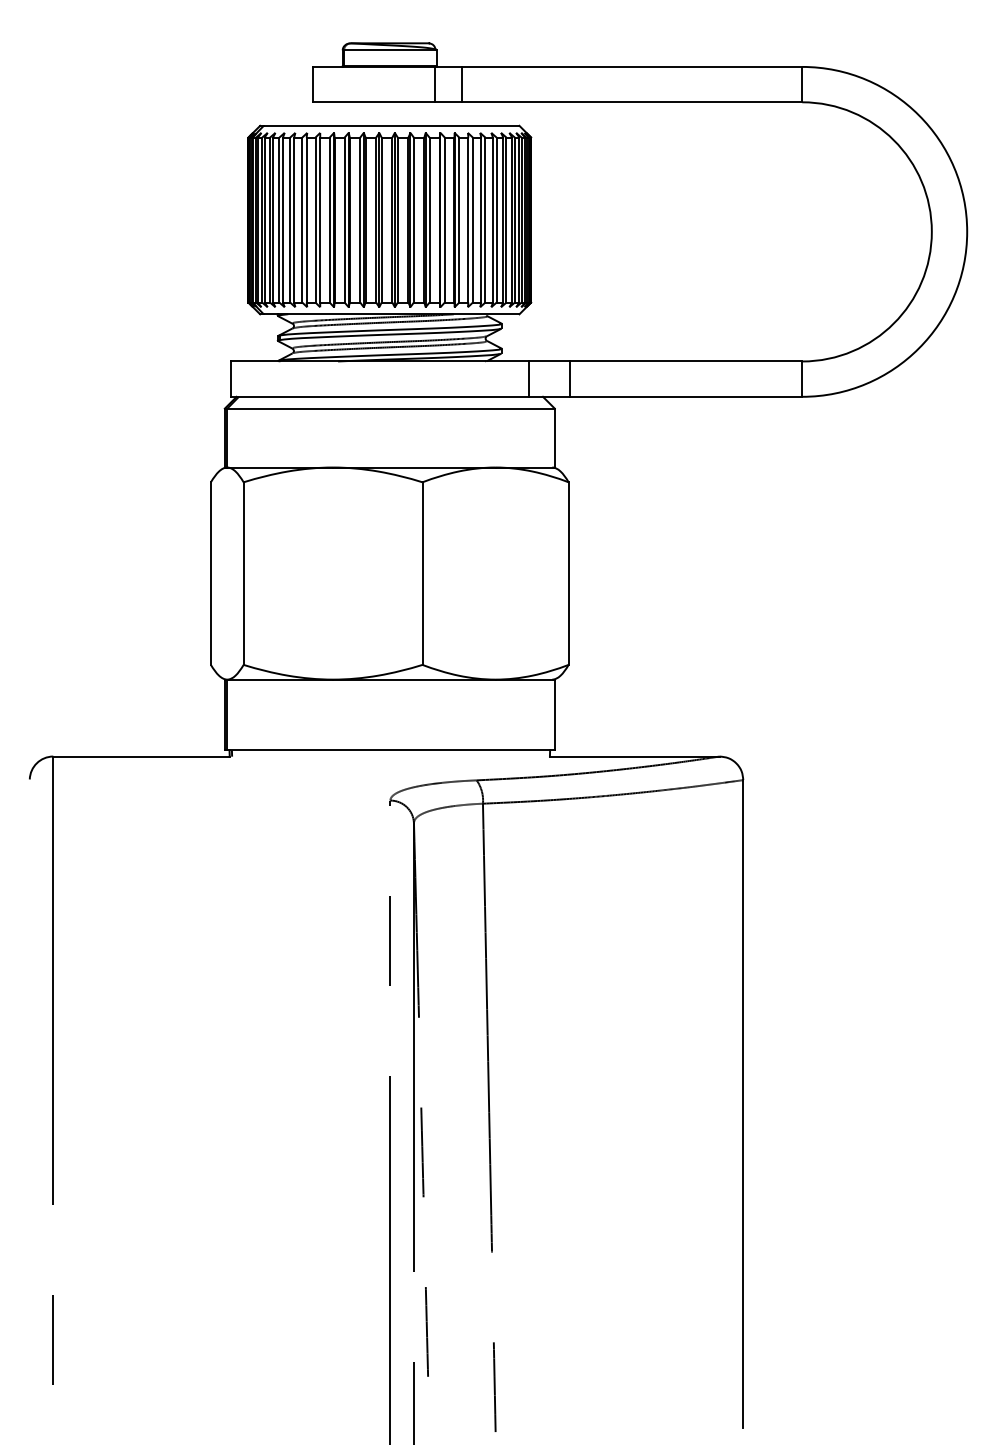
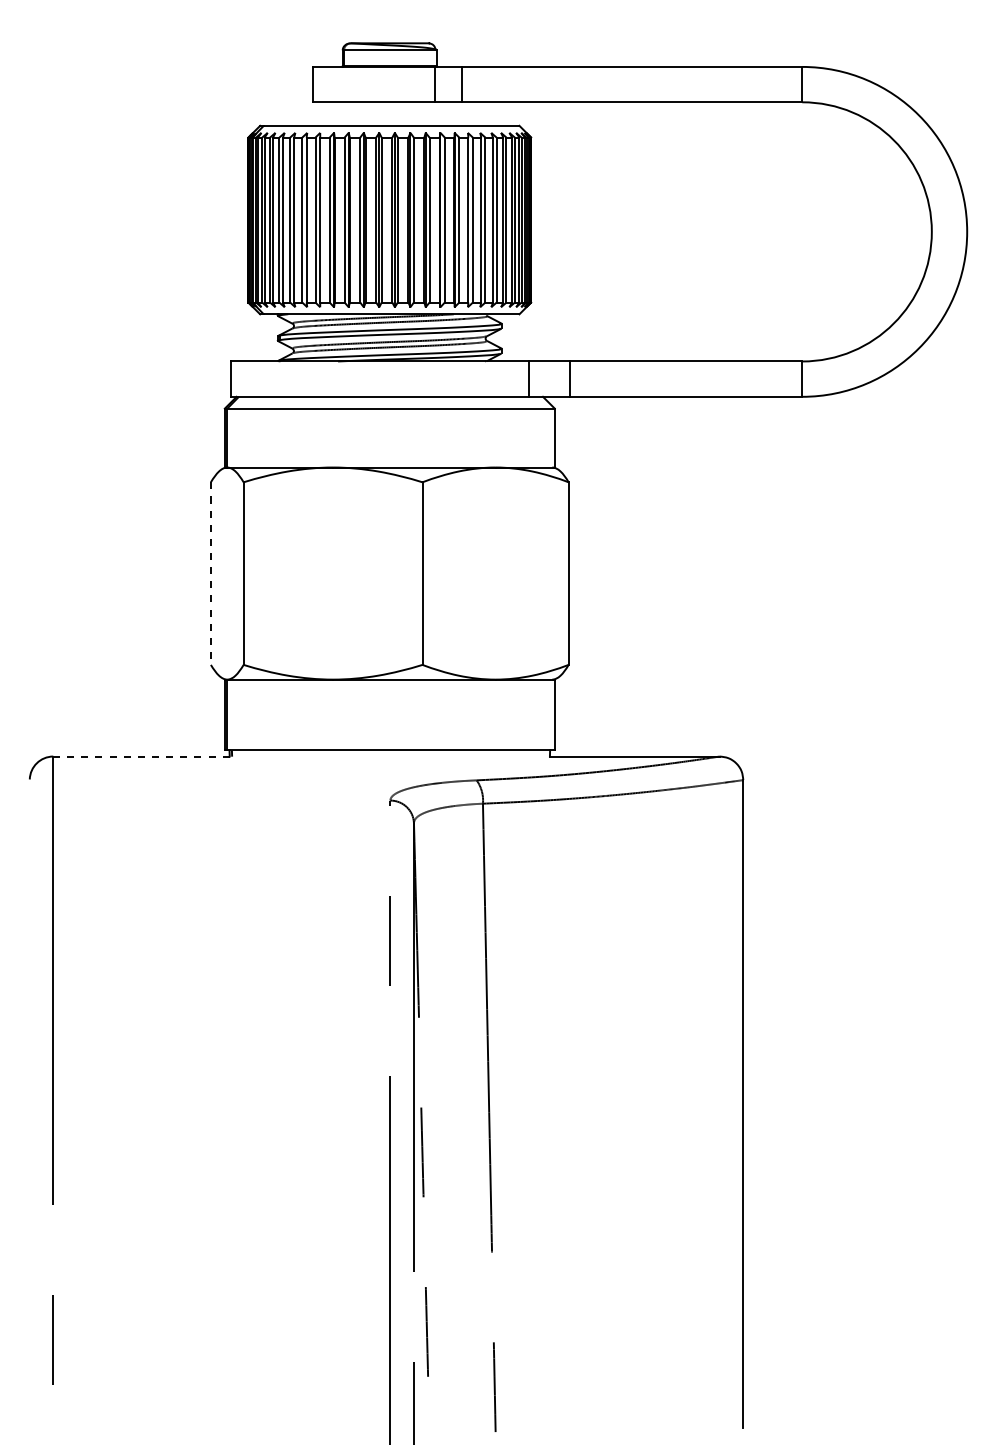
line at (210, 574): solid -> dashed
line at (141, 756): solid -> dashed
